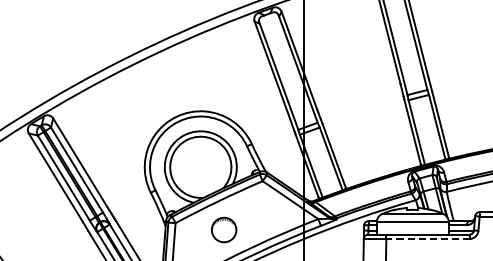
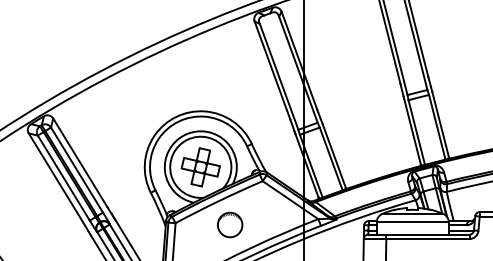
part at (200, 167): none -> present
part at (224, 229) position: (224, 229) -> (230, 224)
line at (427, 239): dashed -> solid
